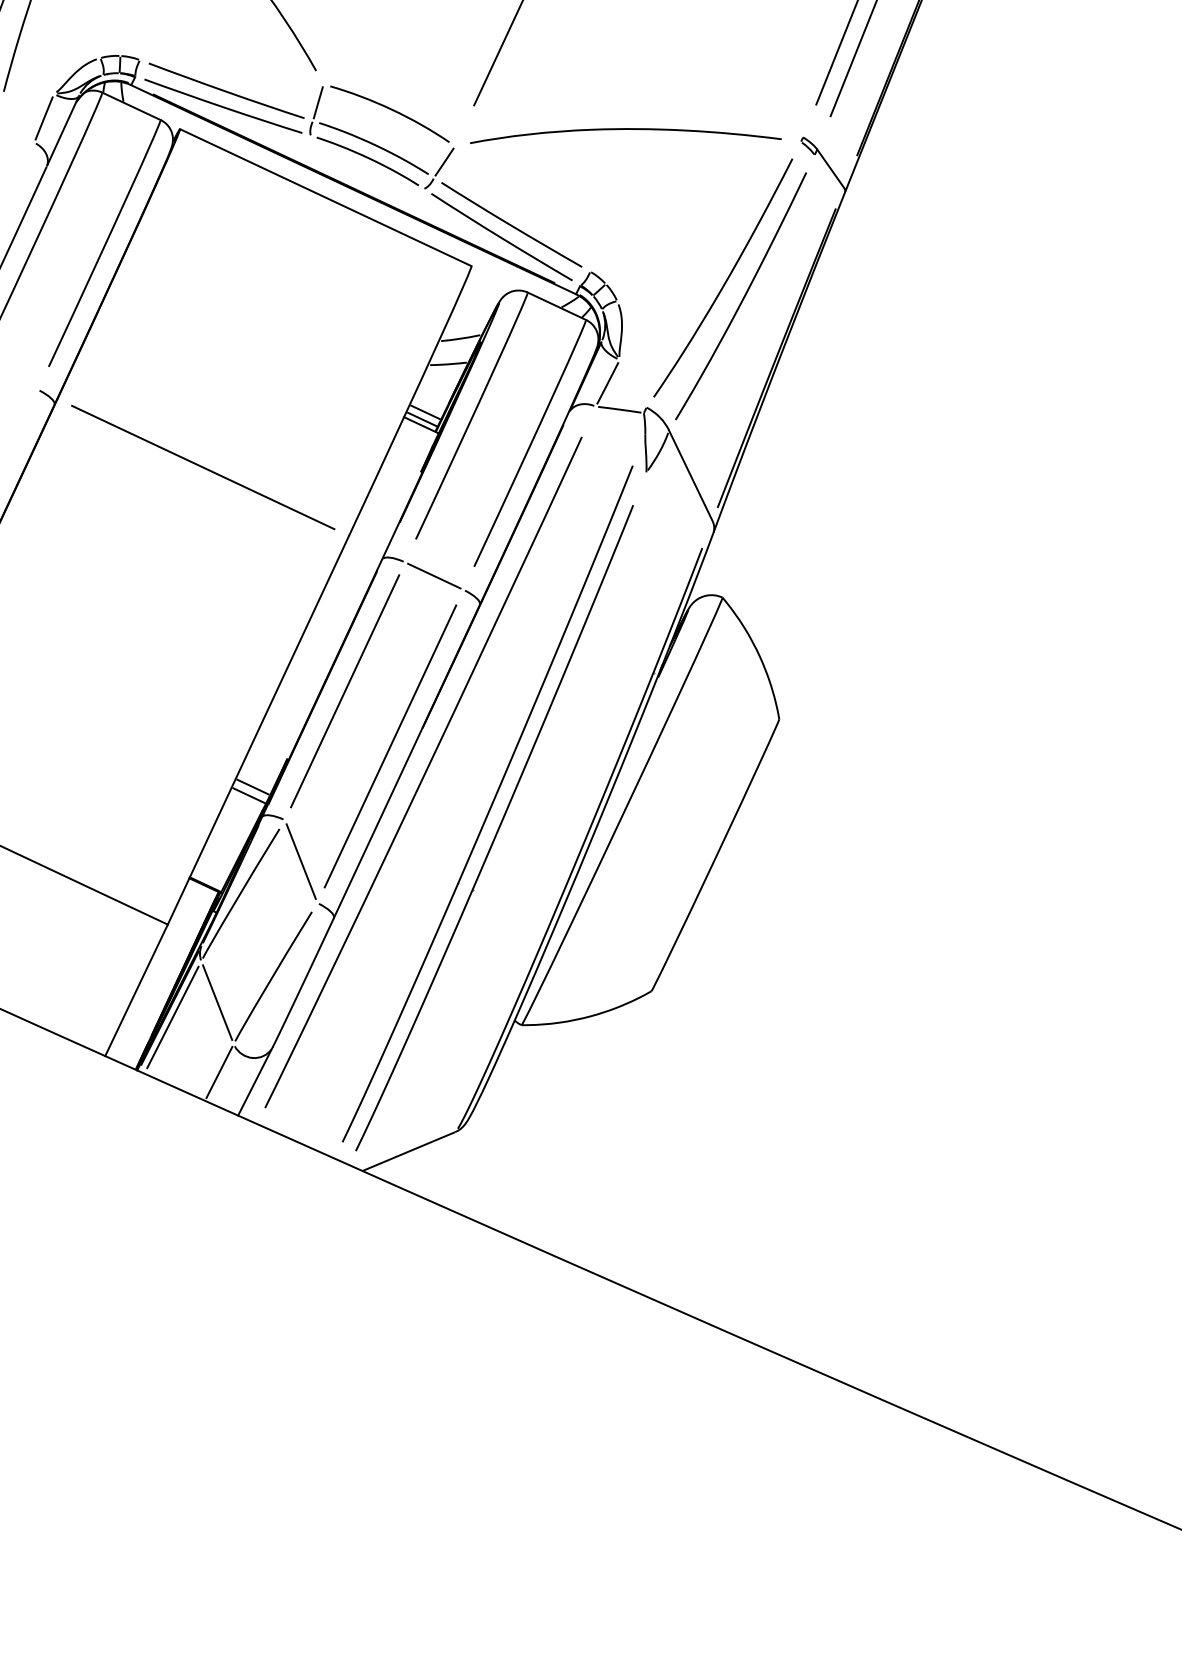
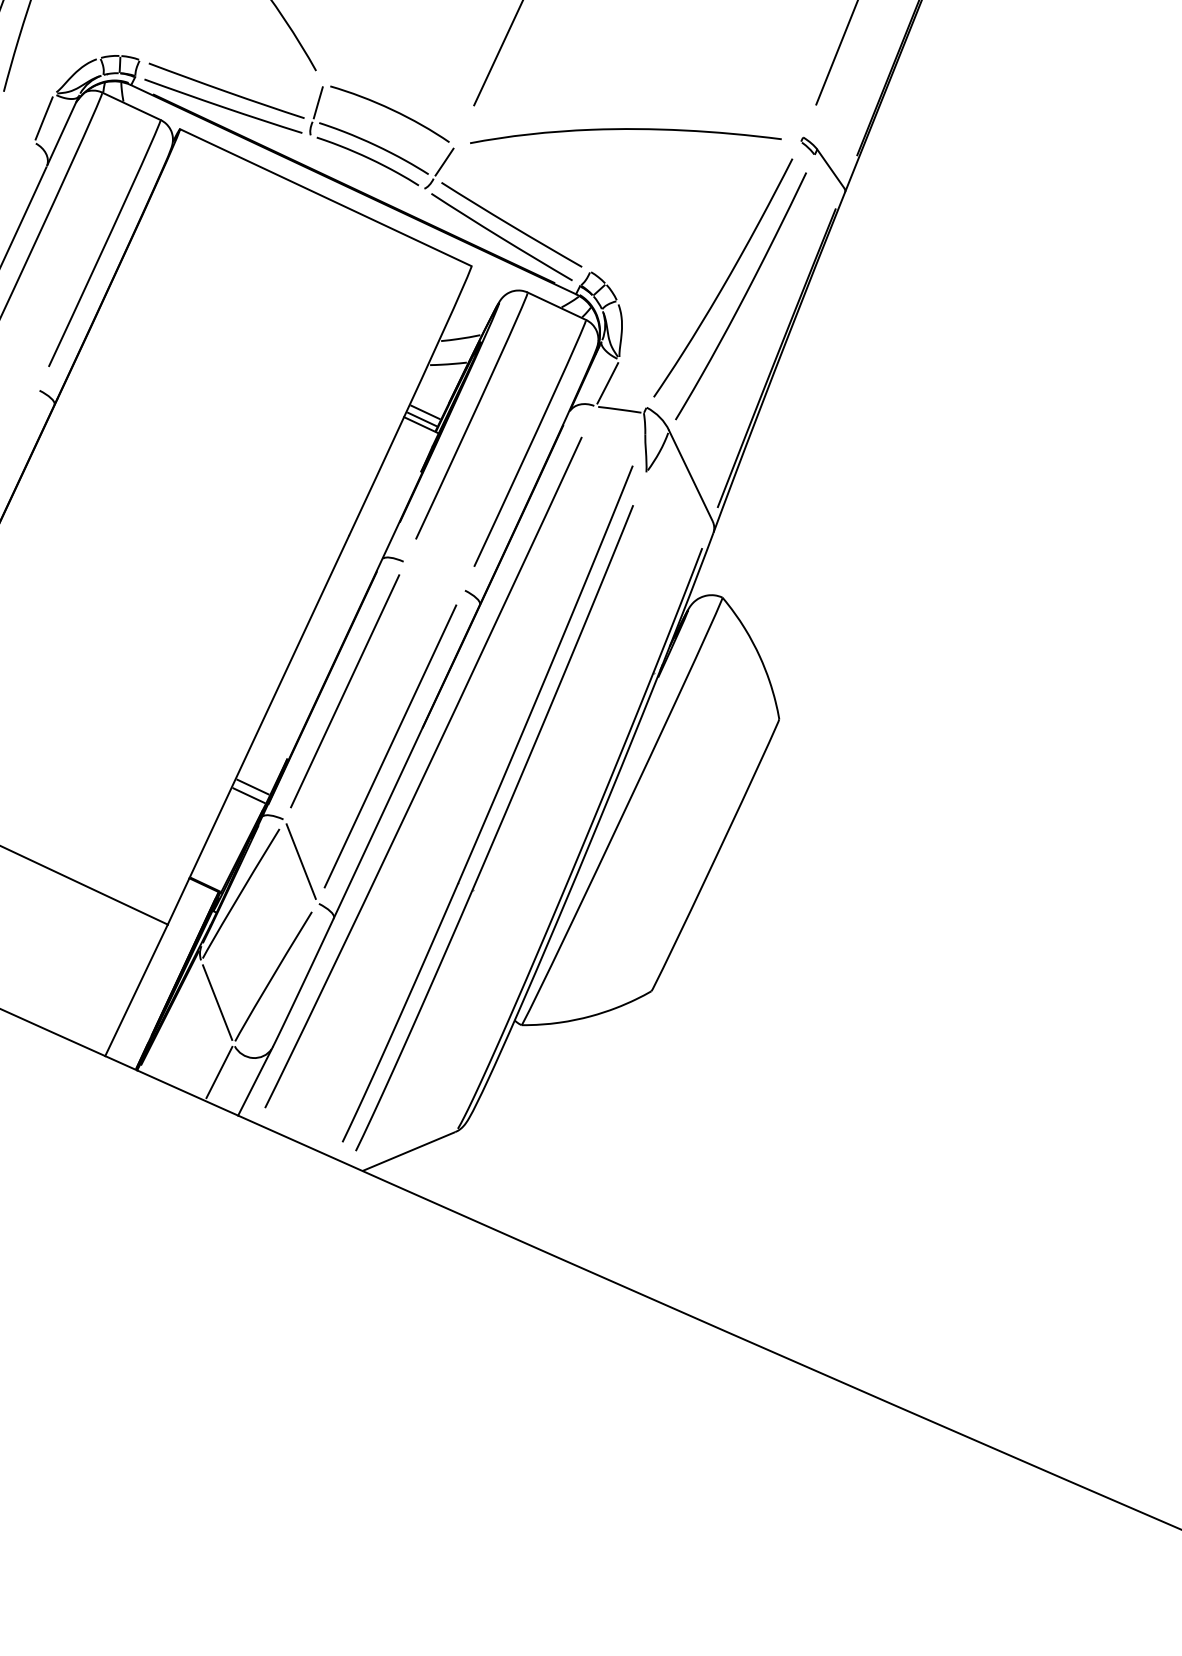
line at (852, 59): present -> none
line at (203, 467): present -> none
line at (434, 575): present -> none
line at (172, 1017): present -> none
